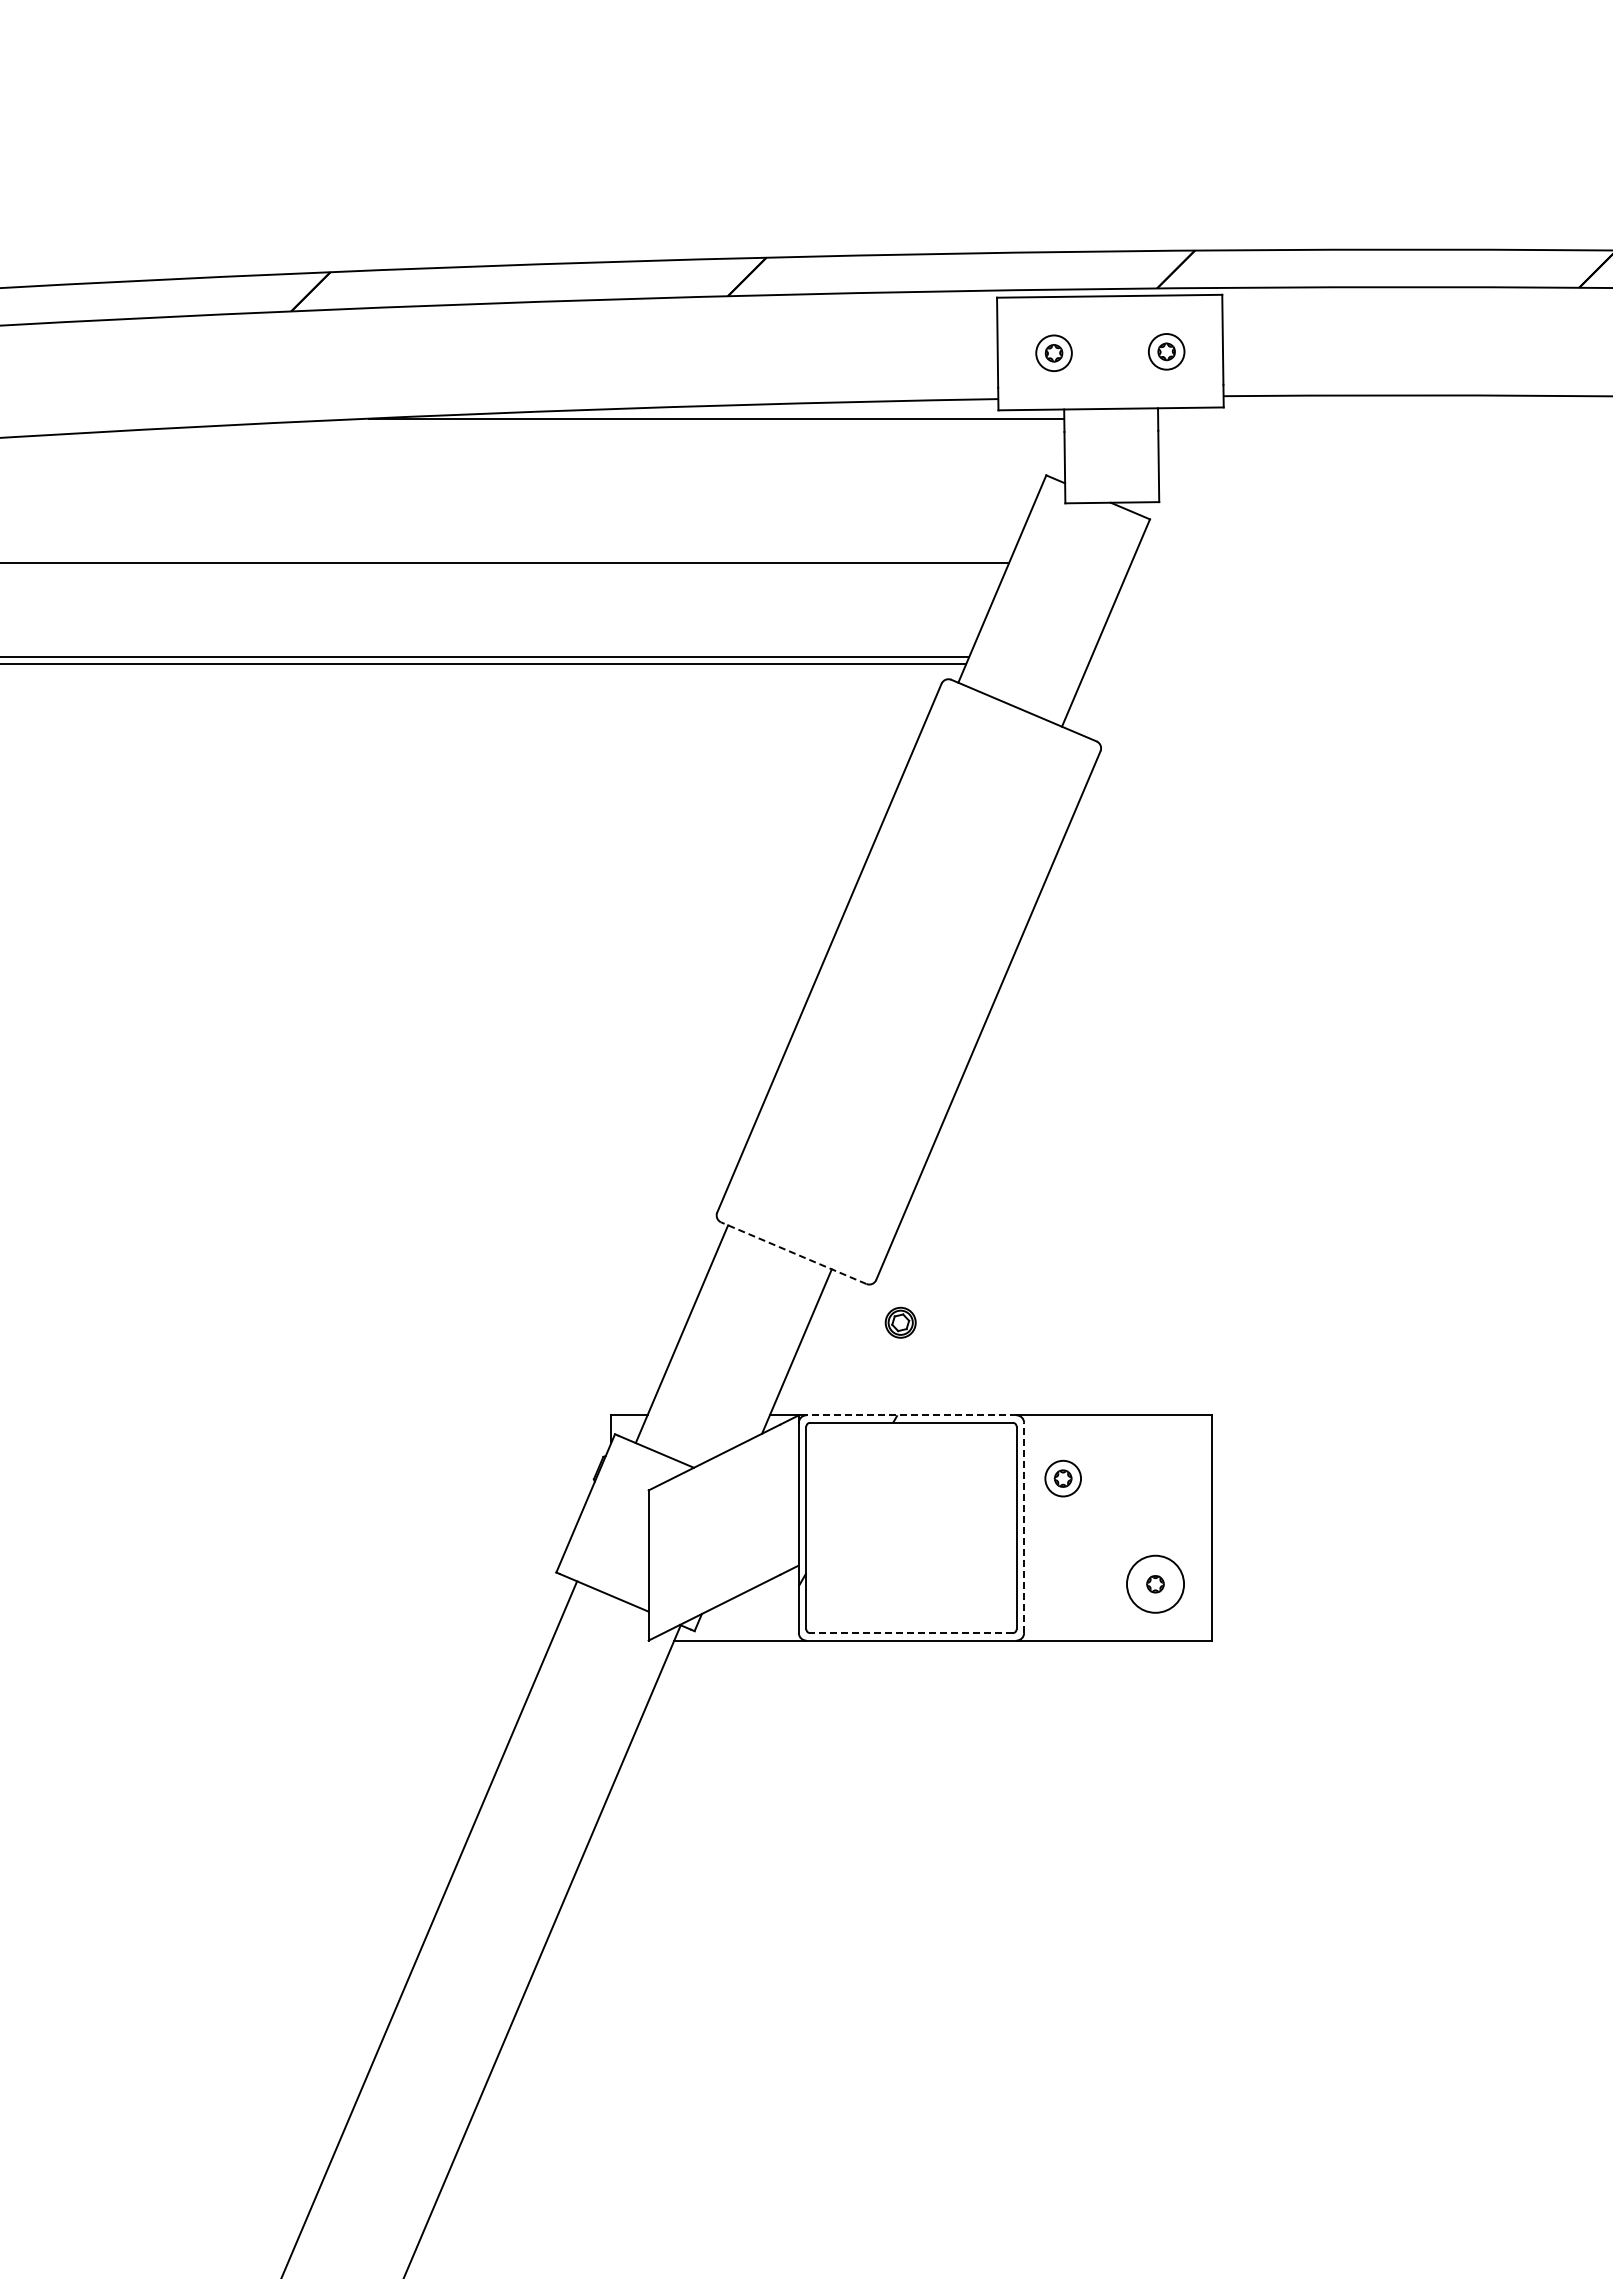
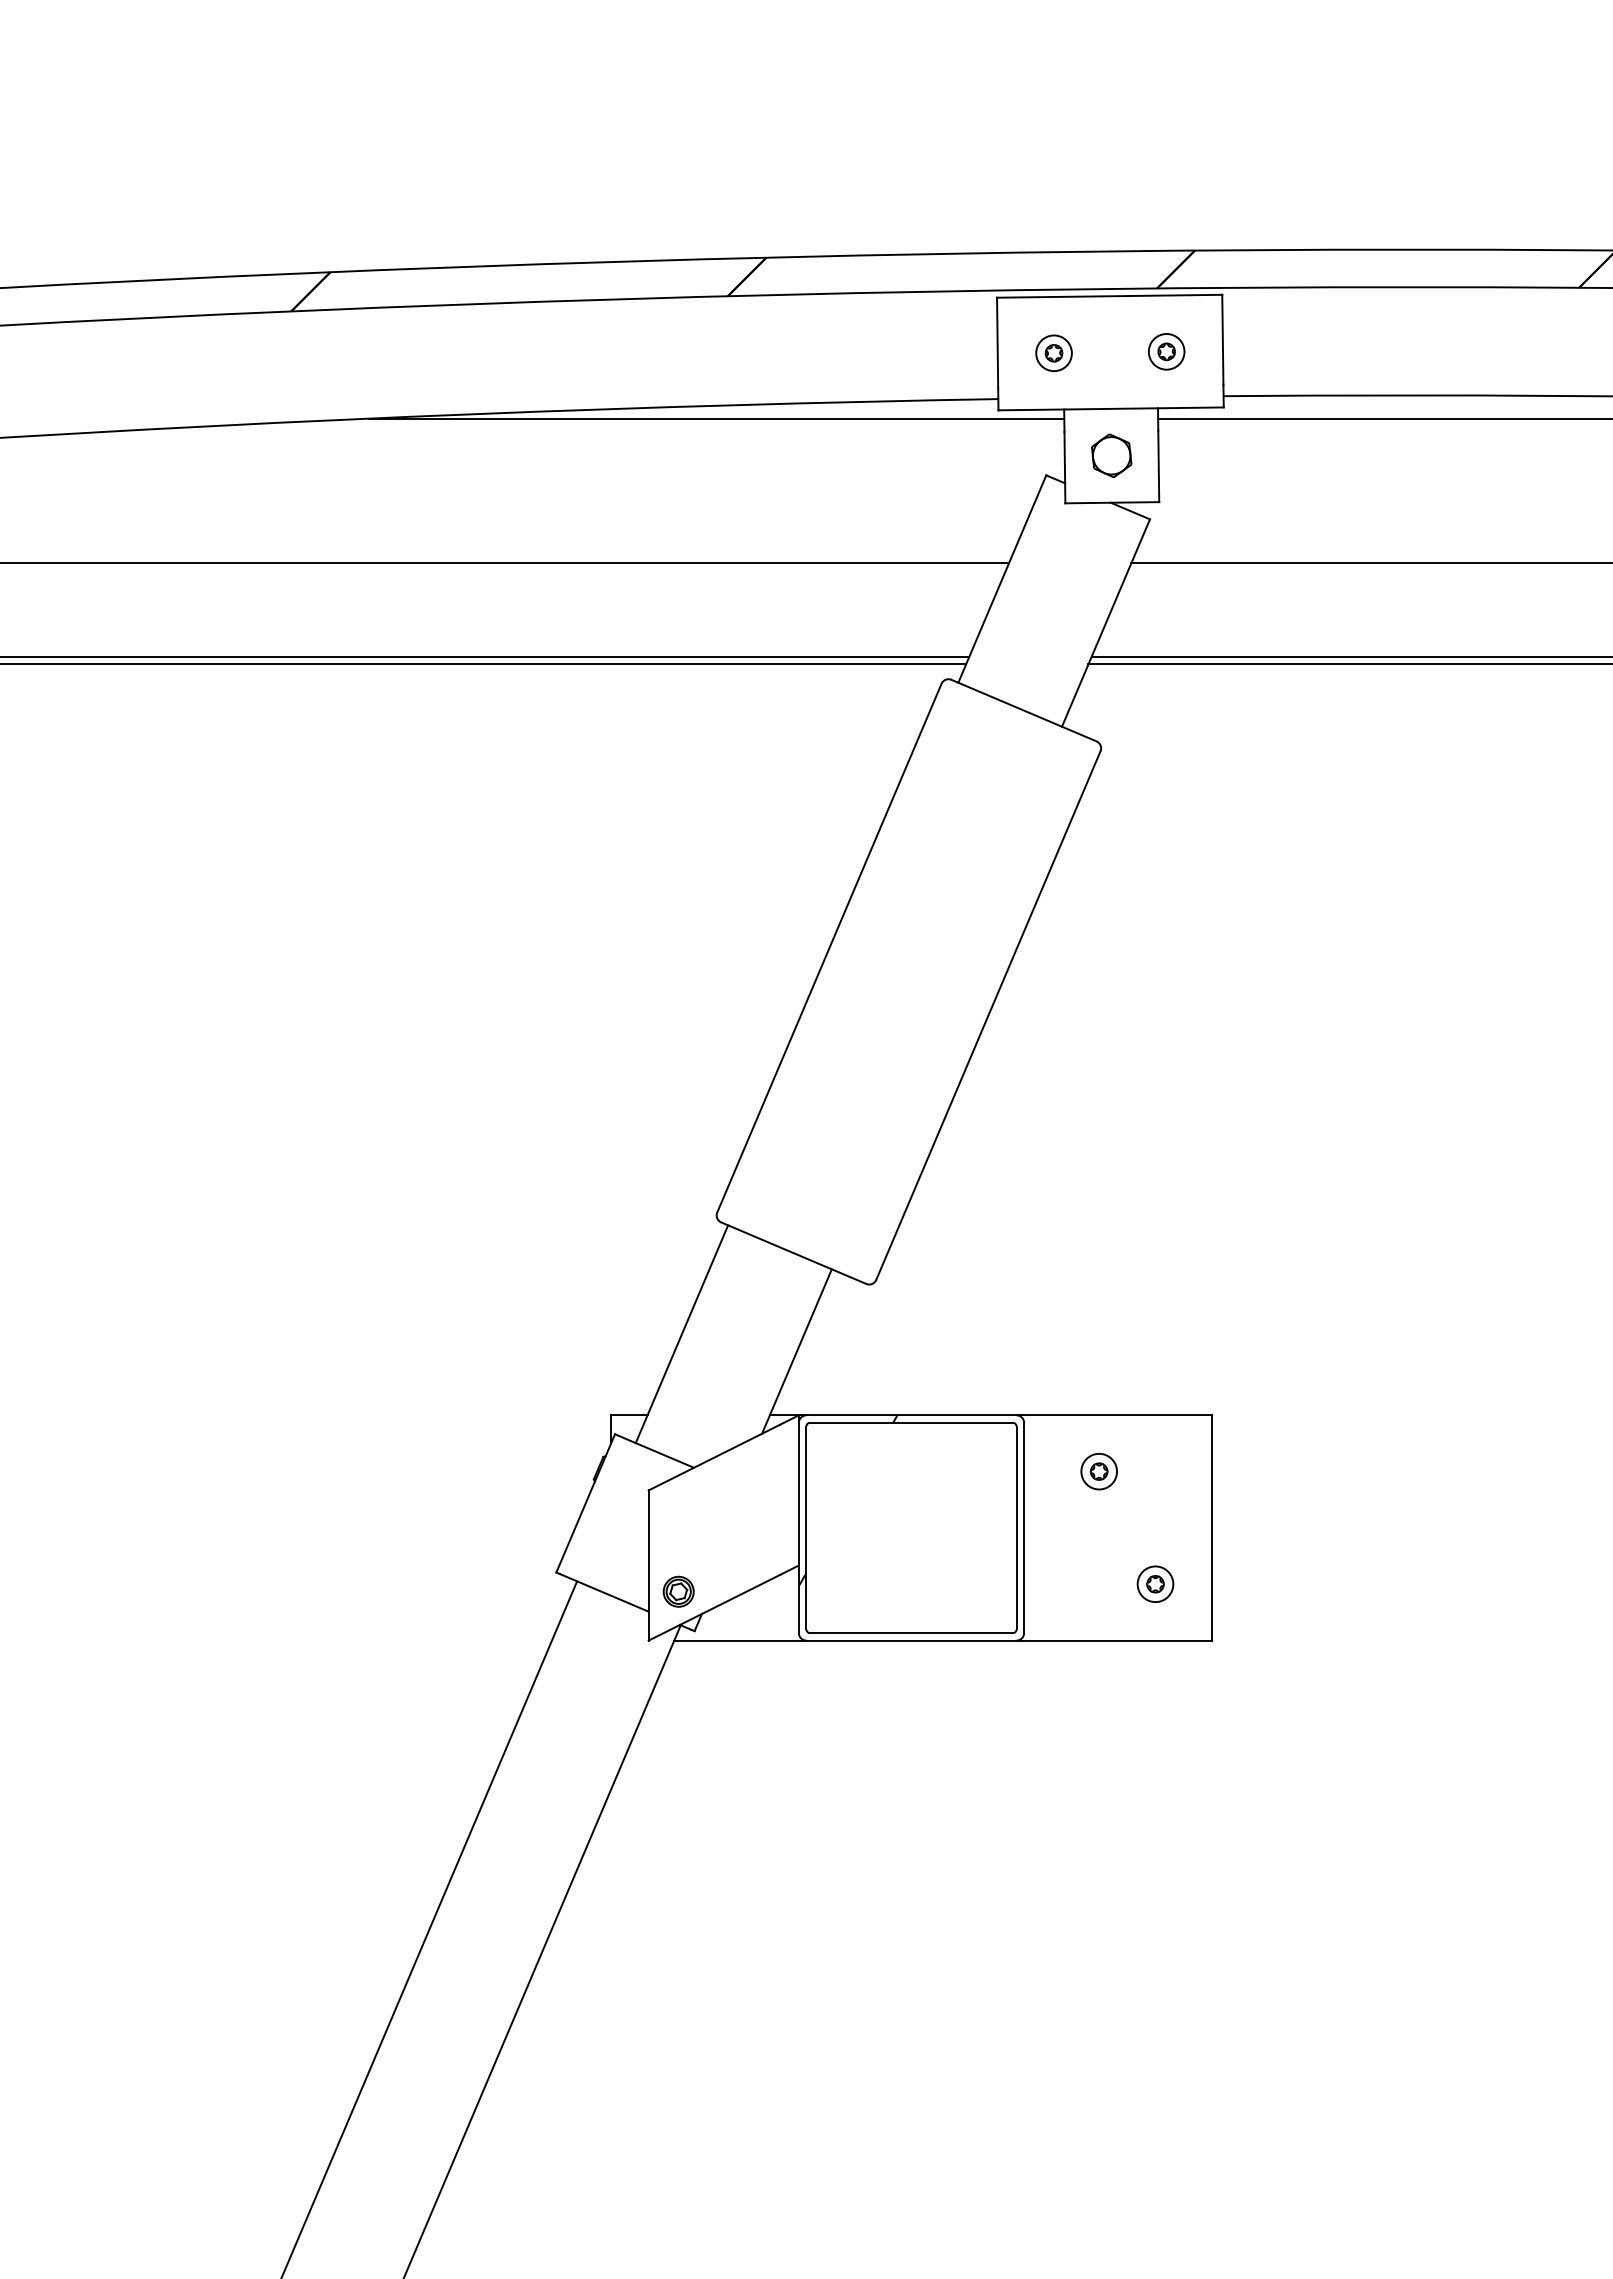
line at (1383, 418): none -> present
part at (1111, 455): none -> present
line at (1370, 563): none -> present
line at (1350, 656): none -> present
line at (1348, 664): none -> present
line at (793, 1253): dashed -> solid
part at (900, 1322) position: (900, 1322) -> (678, 1591)
line at (910, 1415): dashed -> solid
part at (1062, 1478) position: (1062, 1478) -> (1098, 1471)
line at (1024, 1527): dashed -> solid
circle at (1155, 1583) diameter: 57 px -> 36 px
line at (910, 1633): dashed -> solid
